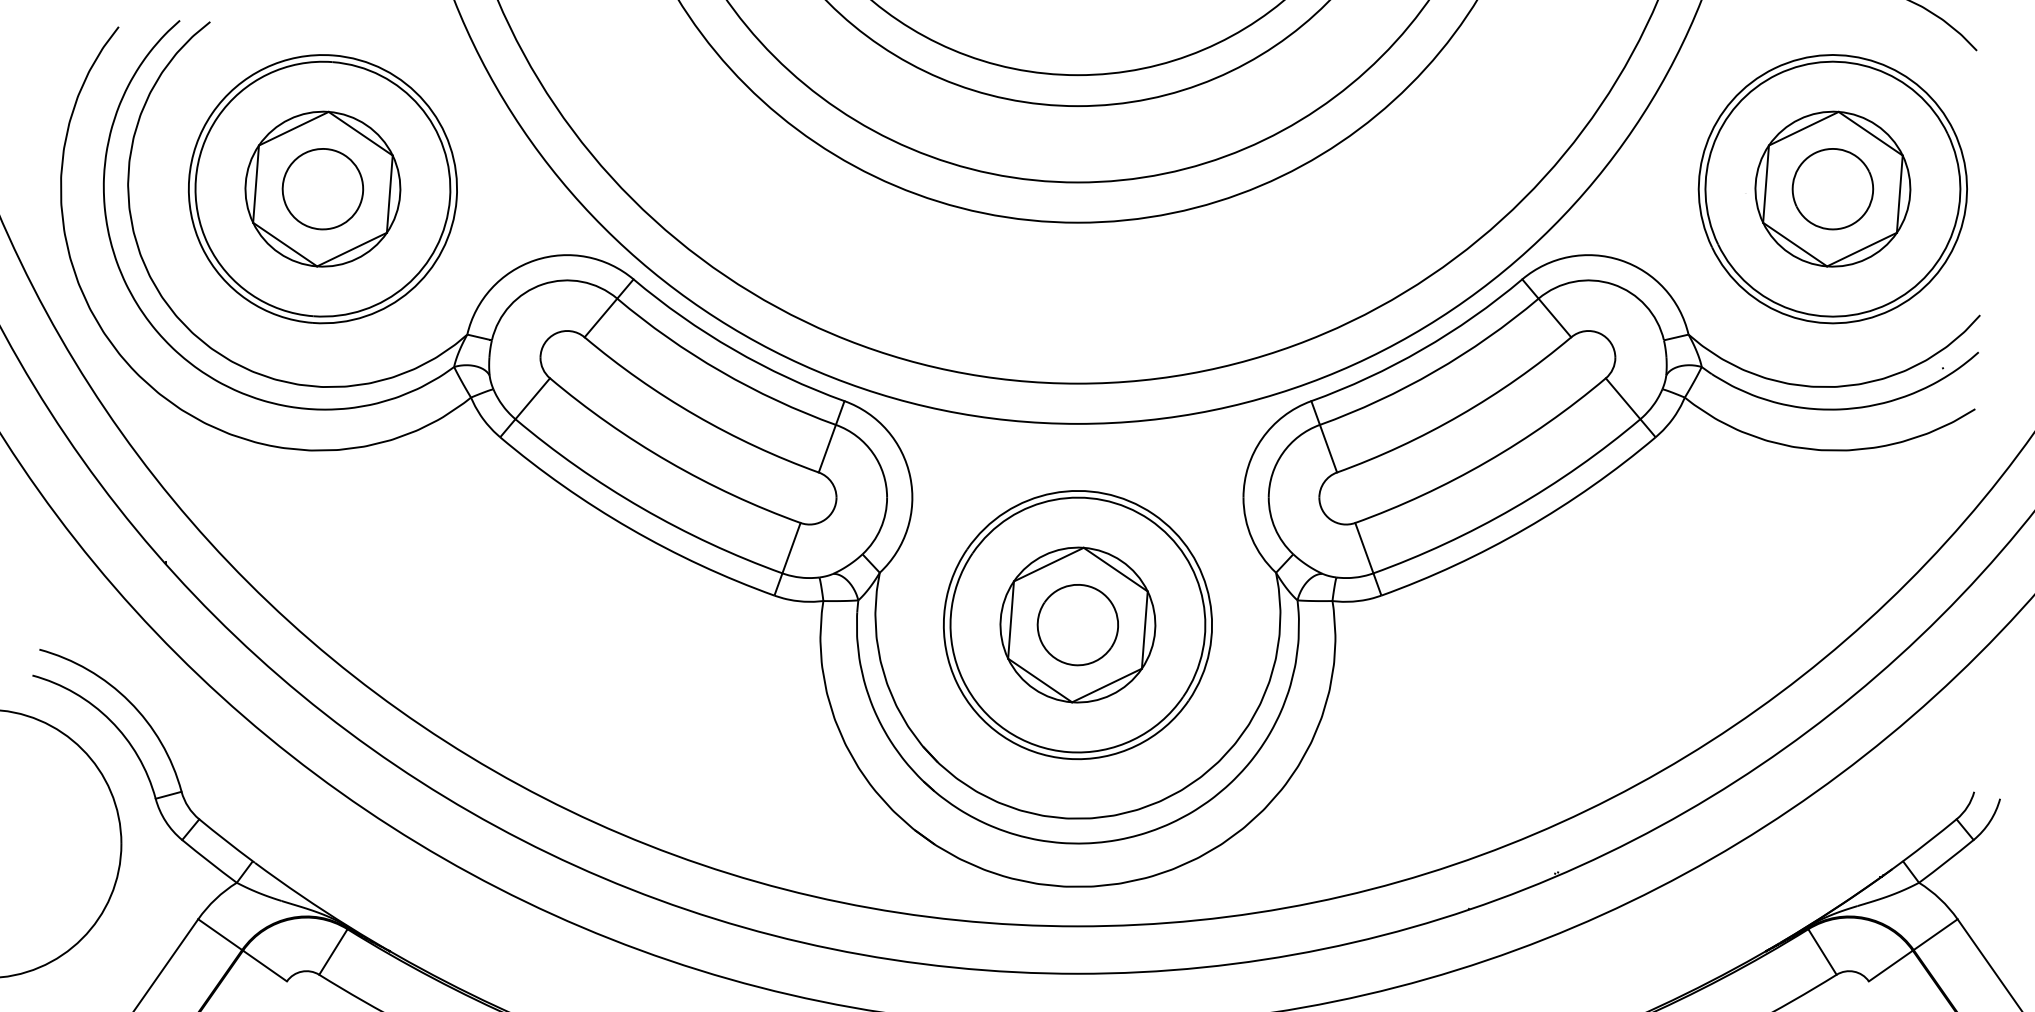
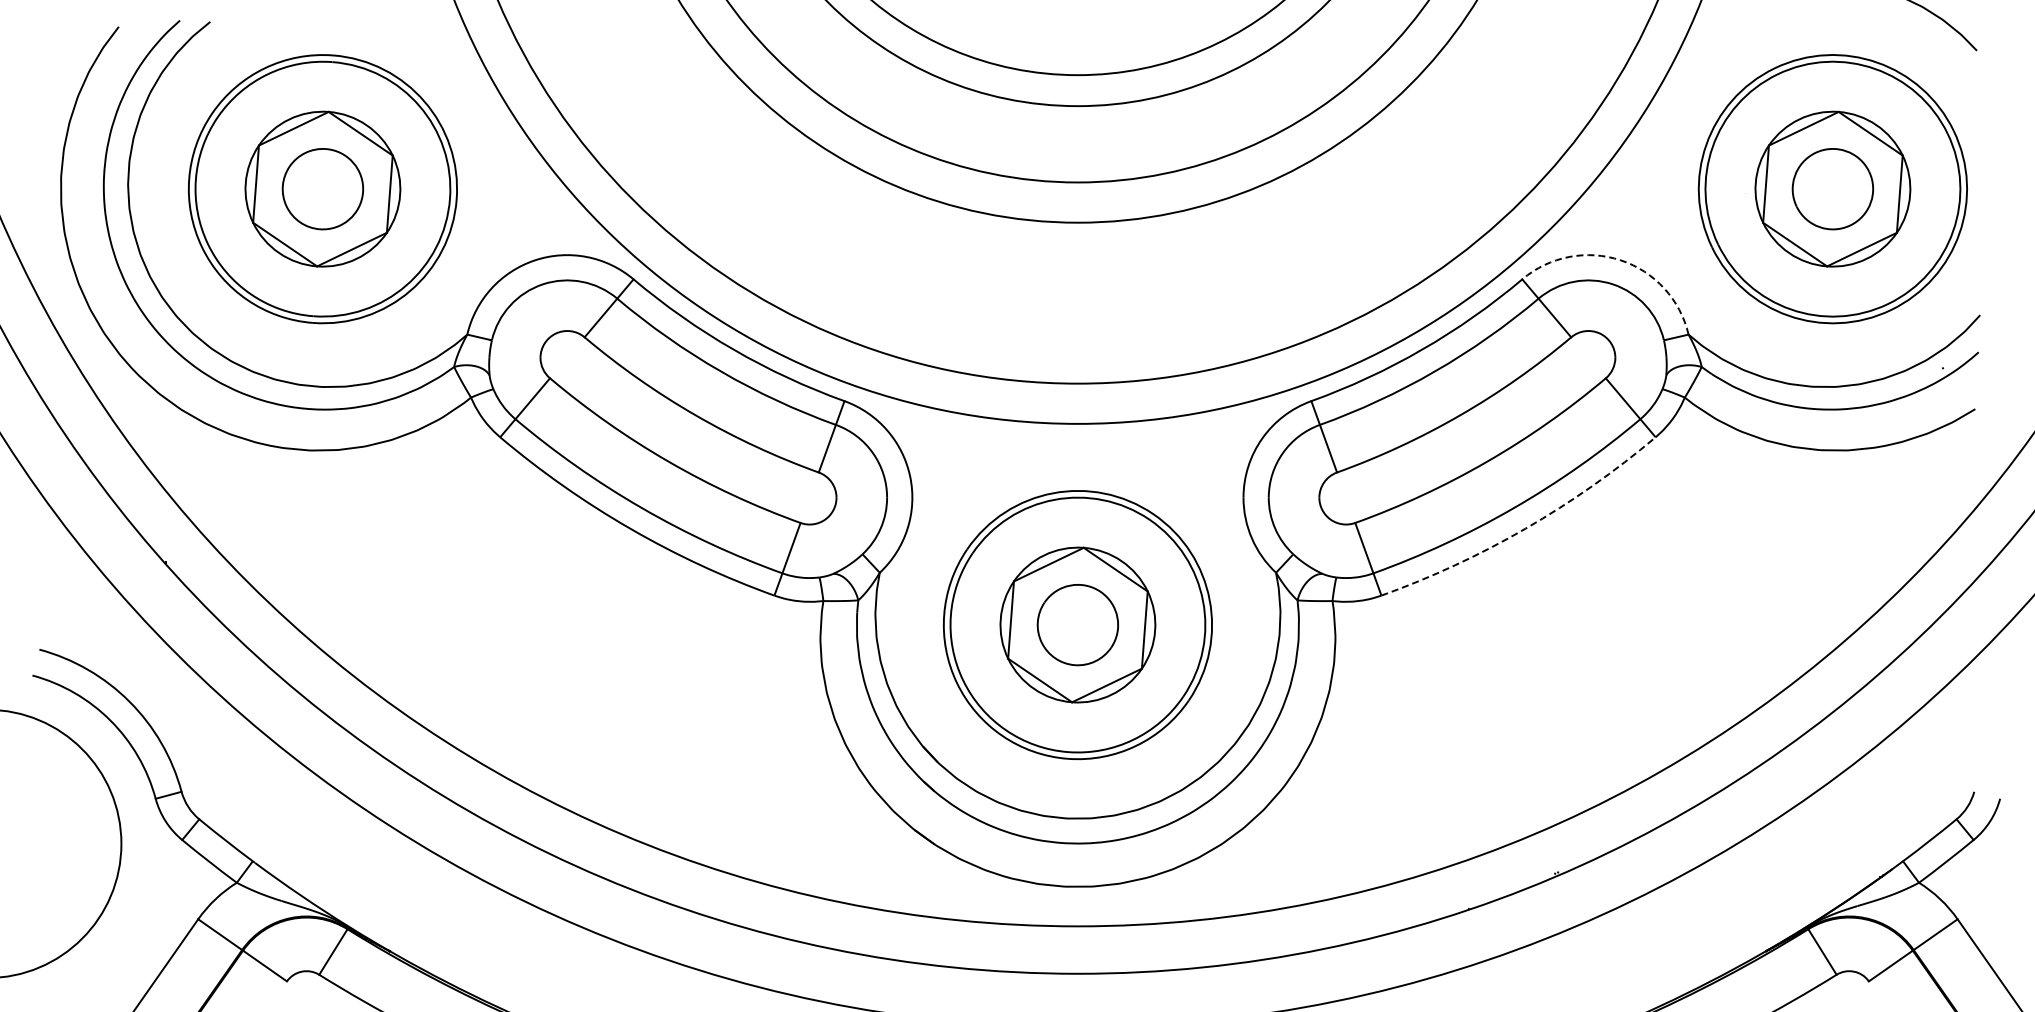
arc at (1620, 260): solid -> dashed
arc at (1525, 528): solid -> dashed
